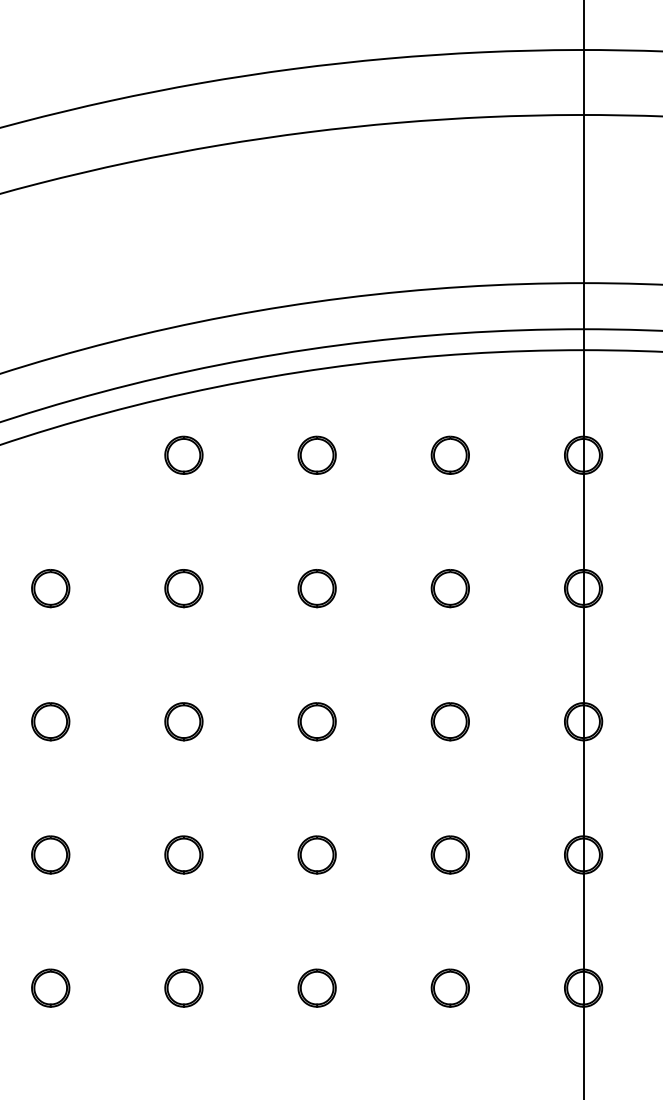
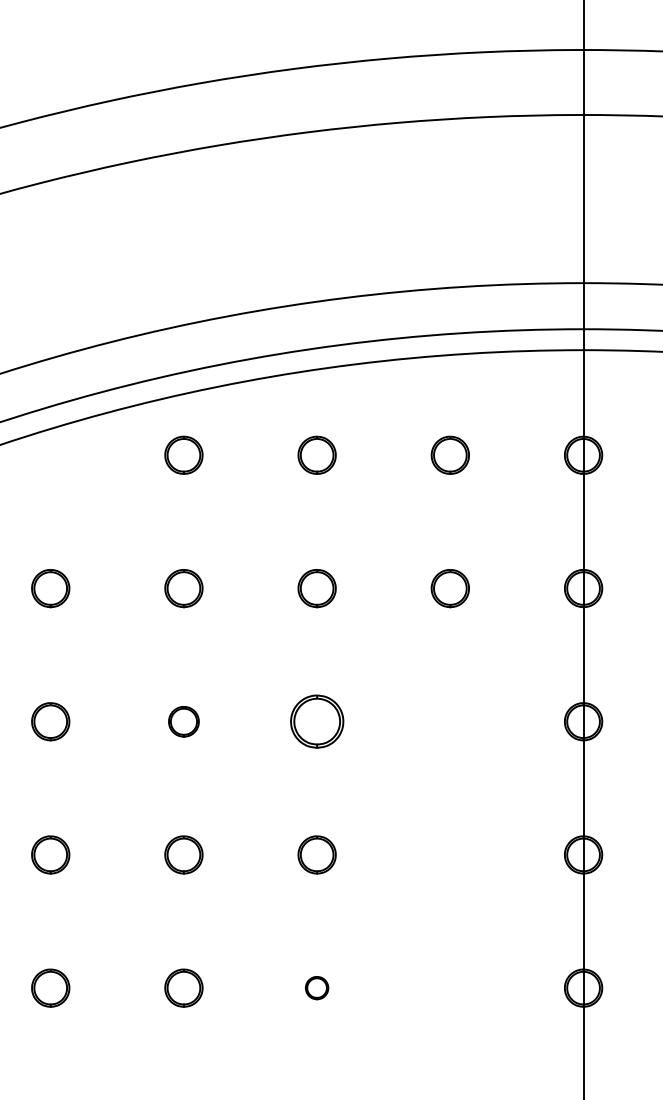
part at (183, 721) size: 40x40 px -> 32x32 px
part at (316, 721) size: 40x40 px -> 55x55 px
part at (449, 721): present -> none
part at (449, 854): present -> none
part at (316, 987) size: 40x40 px -> 25x25 px
part at (449, 987): present -> none
